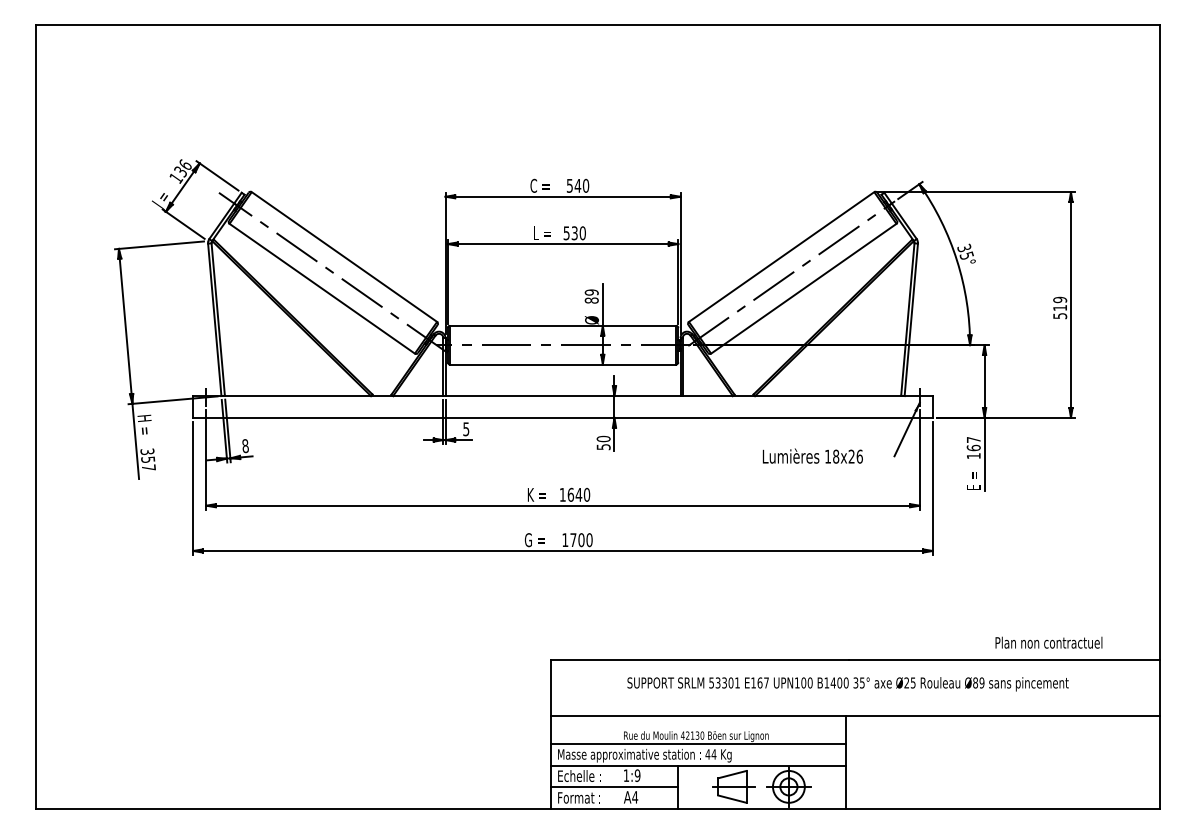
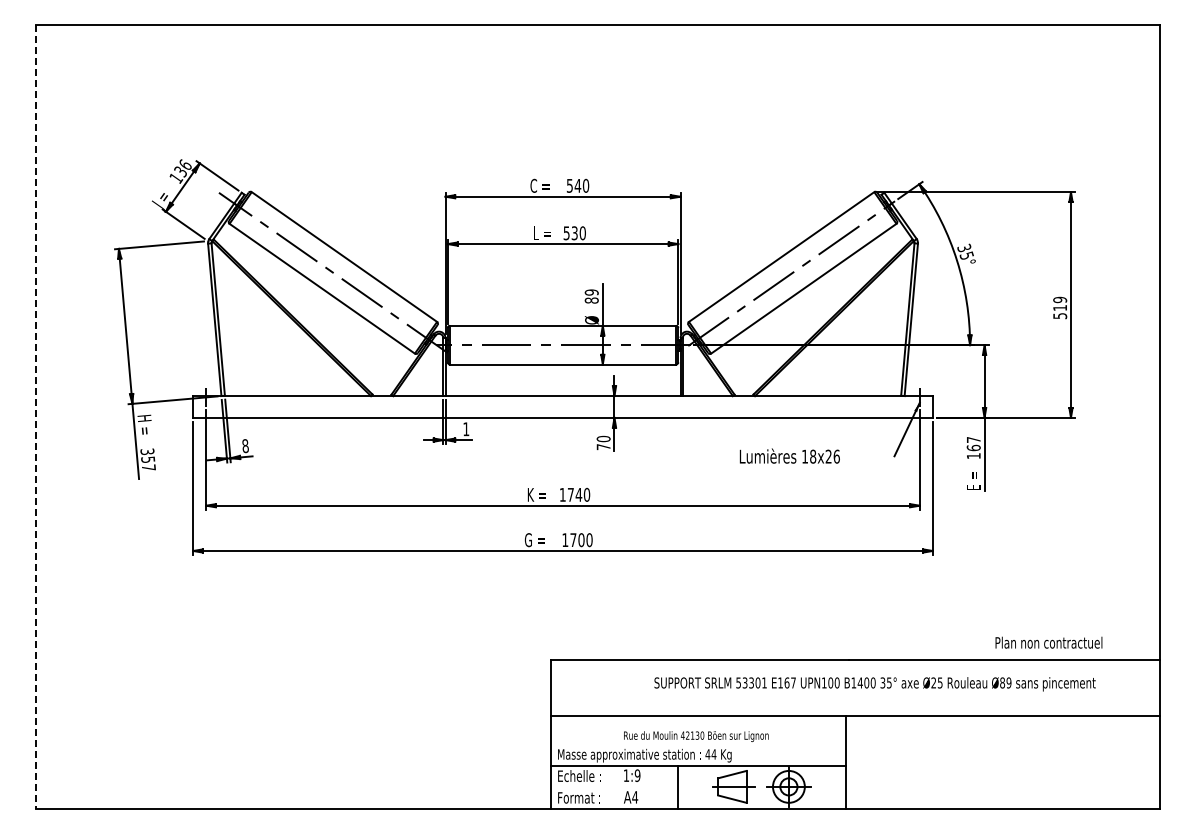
line at (36, 417): solid -> dashed
text at (466, 429): 5 -> 1
text at (603, 447): 50 -> 70
text at (812, 455) position: (812, 455) -> (789, 455)
text at (570, 494): 1640 -> 1740
text at (847, 684) position: (847, 684) -> (874, 684)
line at (697, 744): present -> none
line at (614, 787): present -> none
